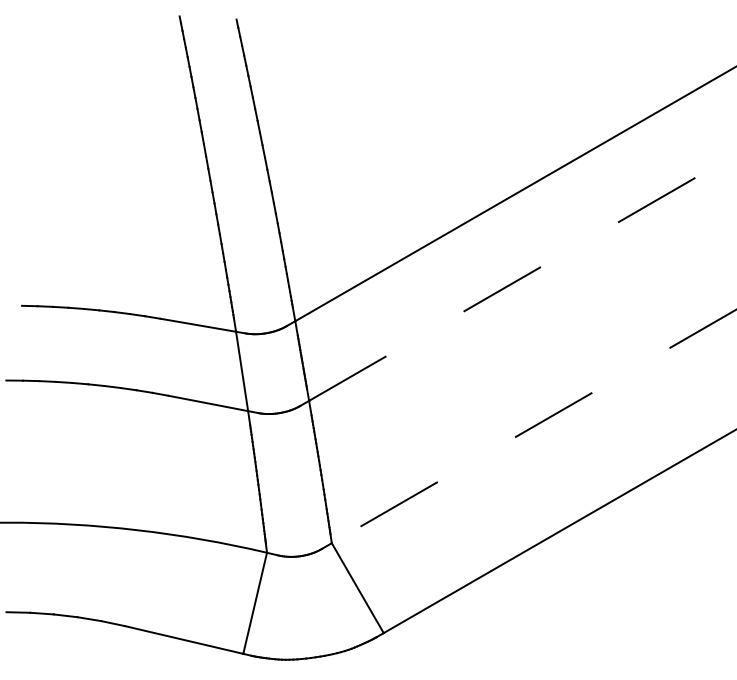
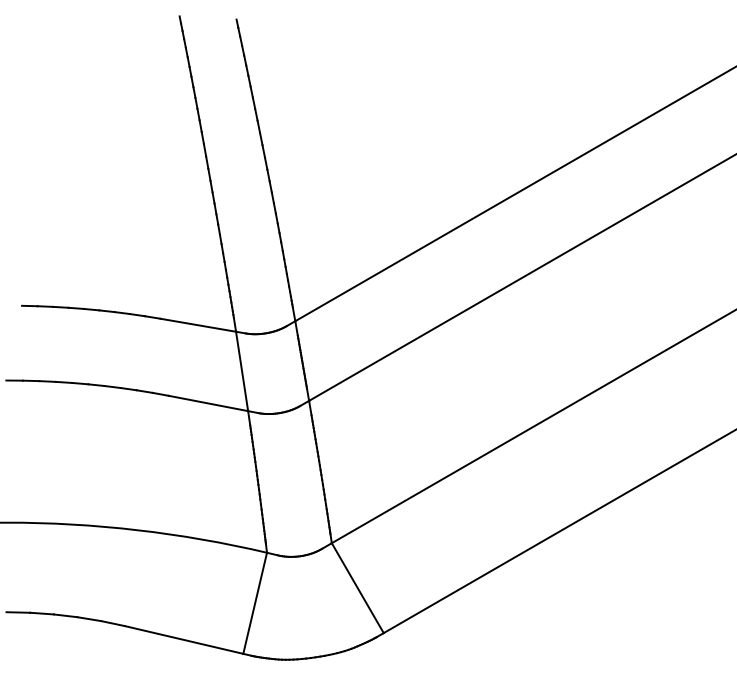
line at (522, 277): dashed -> solid
line at (534, 426): dashed -> solid
